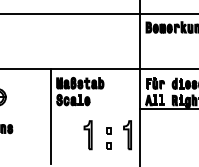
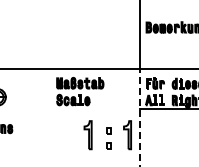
line at (98, 13): present -> none
line at (51, 116): present -> none
line at (140, 117): solid -> dashed
